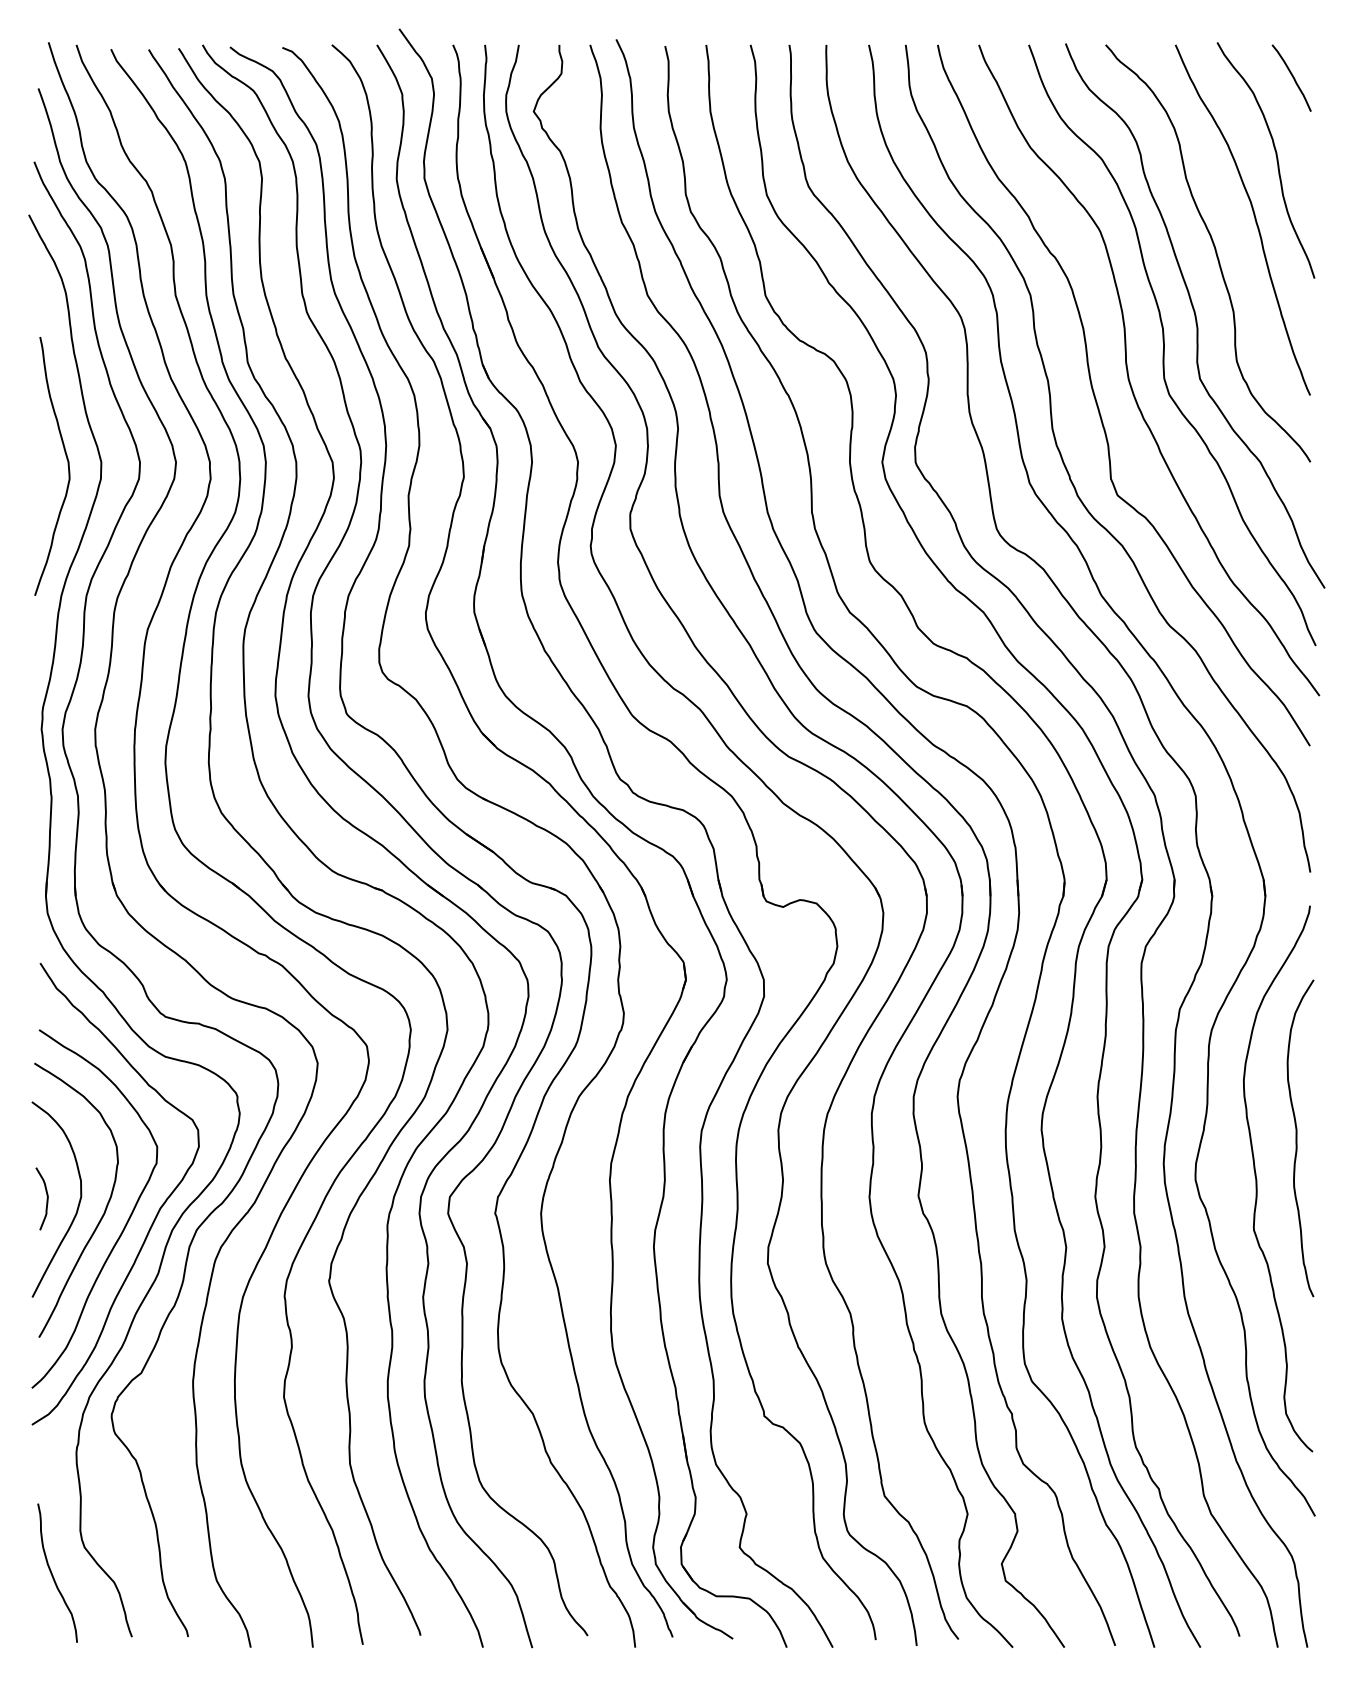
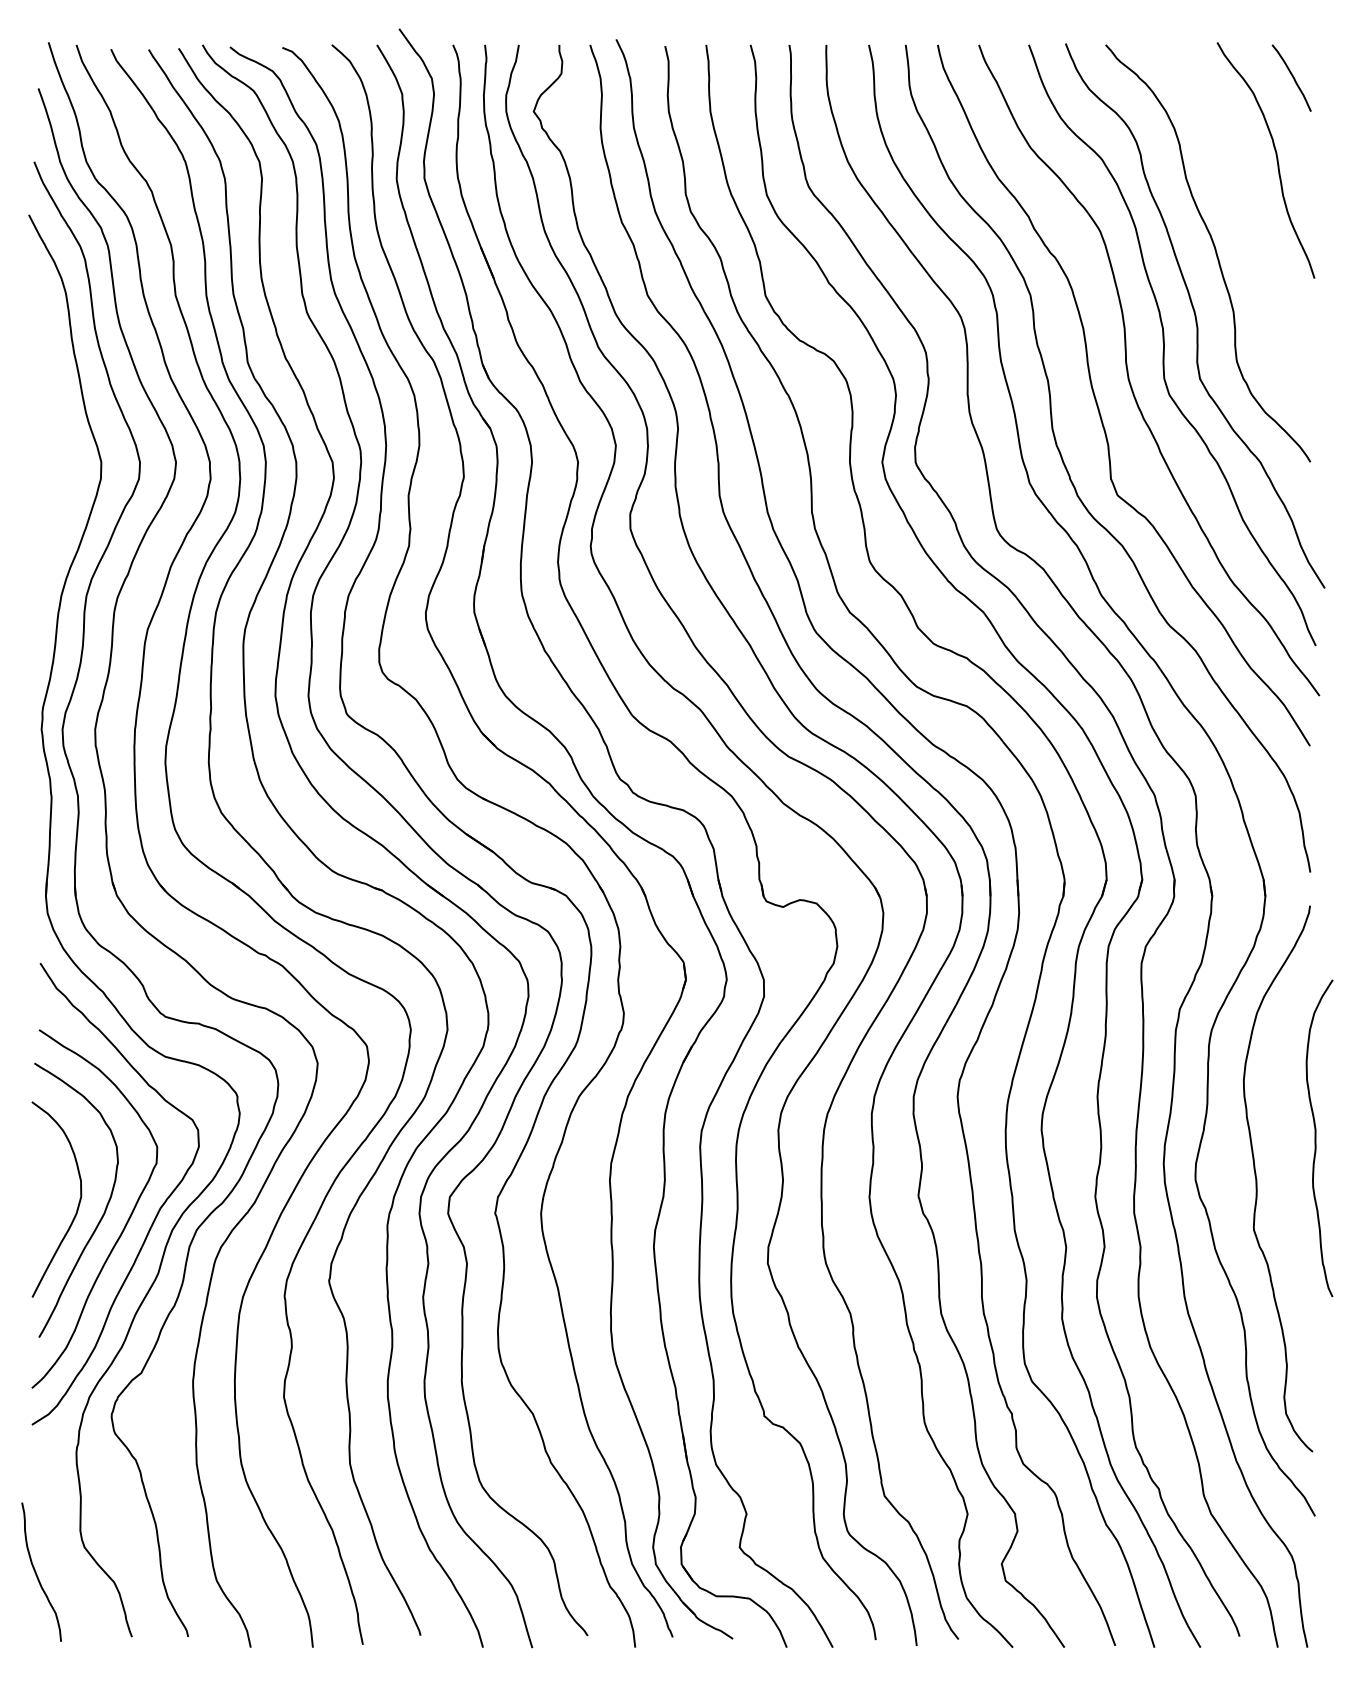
curve at (1253, 215): present -> none
curve at (67, 465): present -> none
curve at (1297, 1138) position: (1297, 1138) -> (1316, 1138)
curve at (46, 1198): present -> none
curve at (52, 1572) position: (52, 1572) -> (36, 1571)
